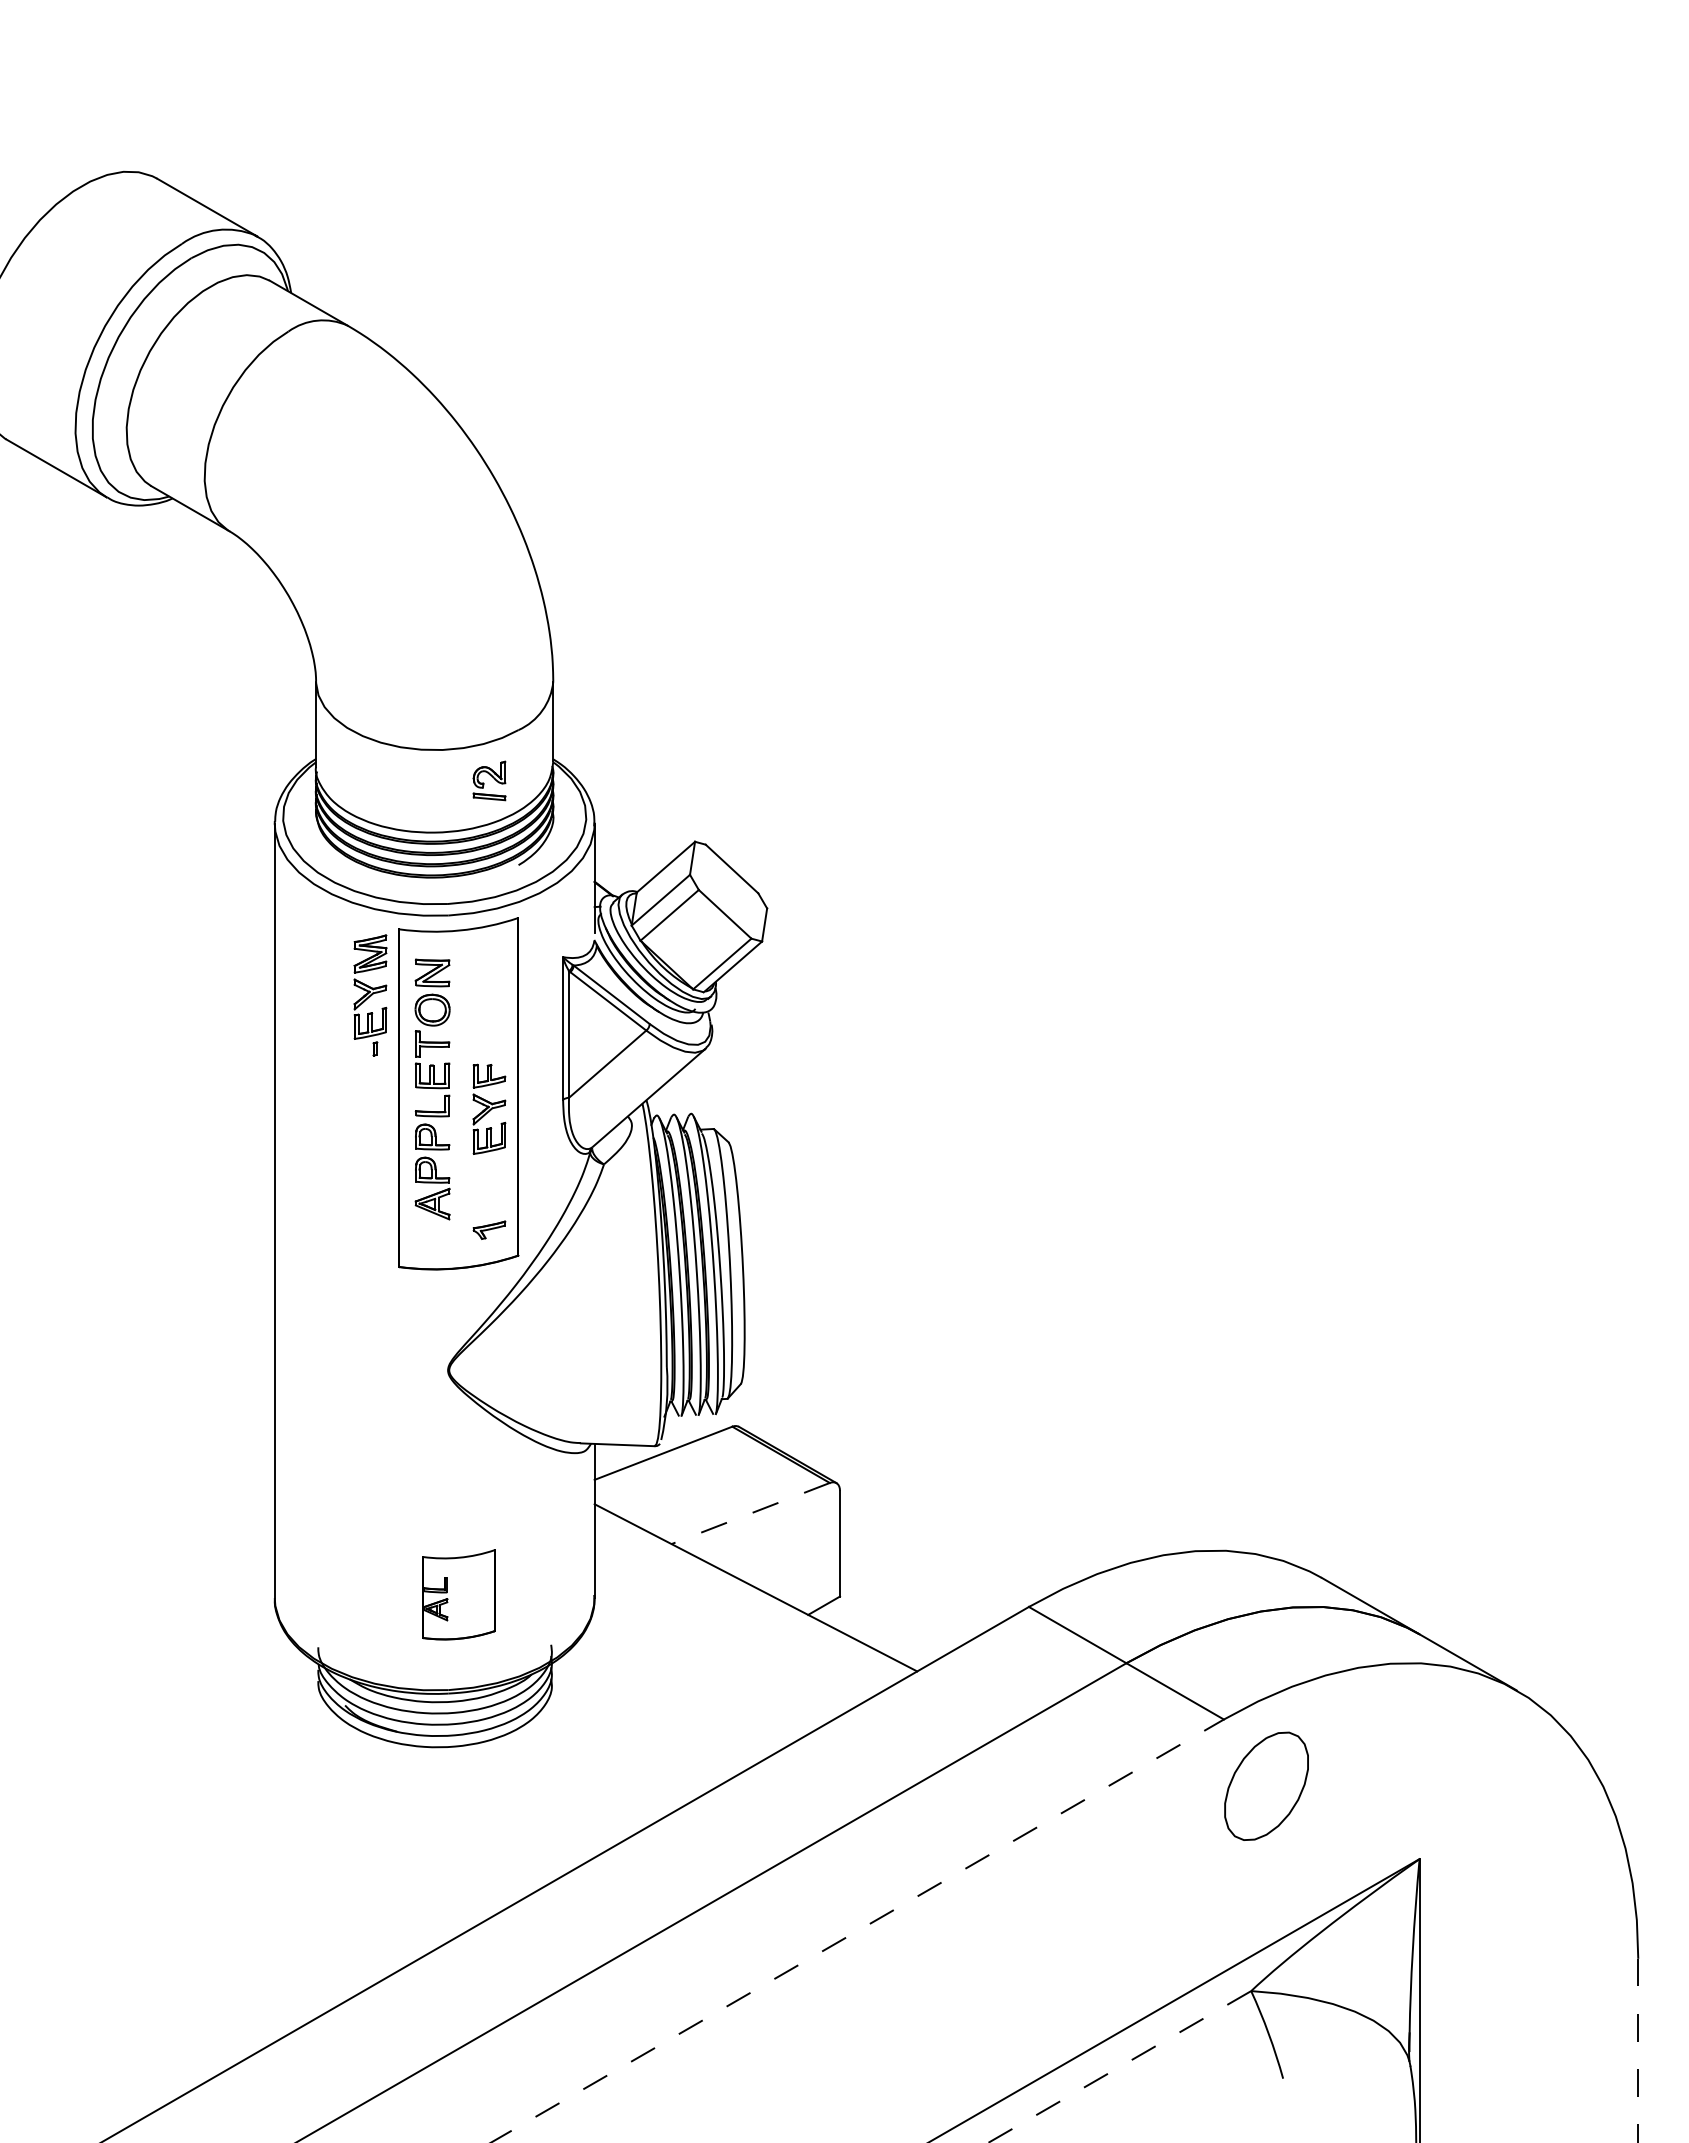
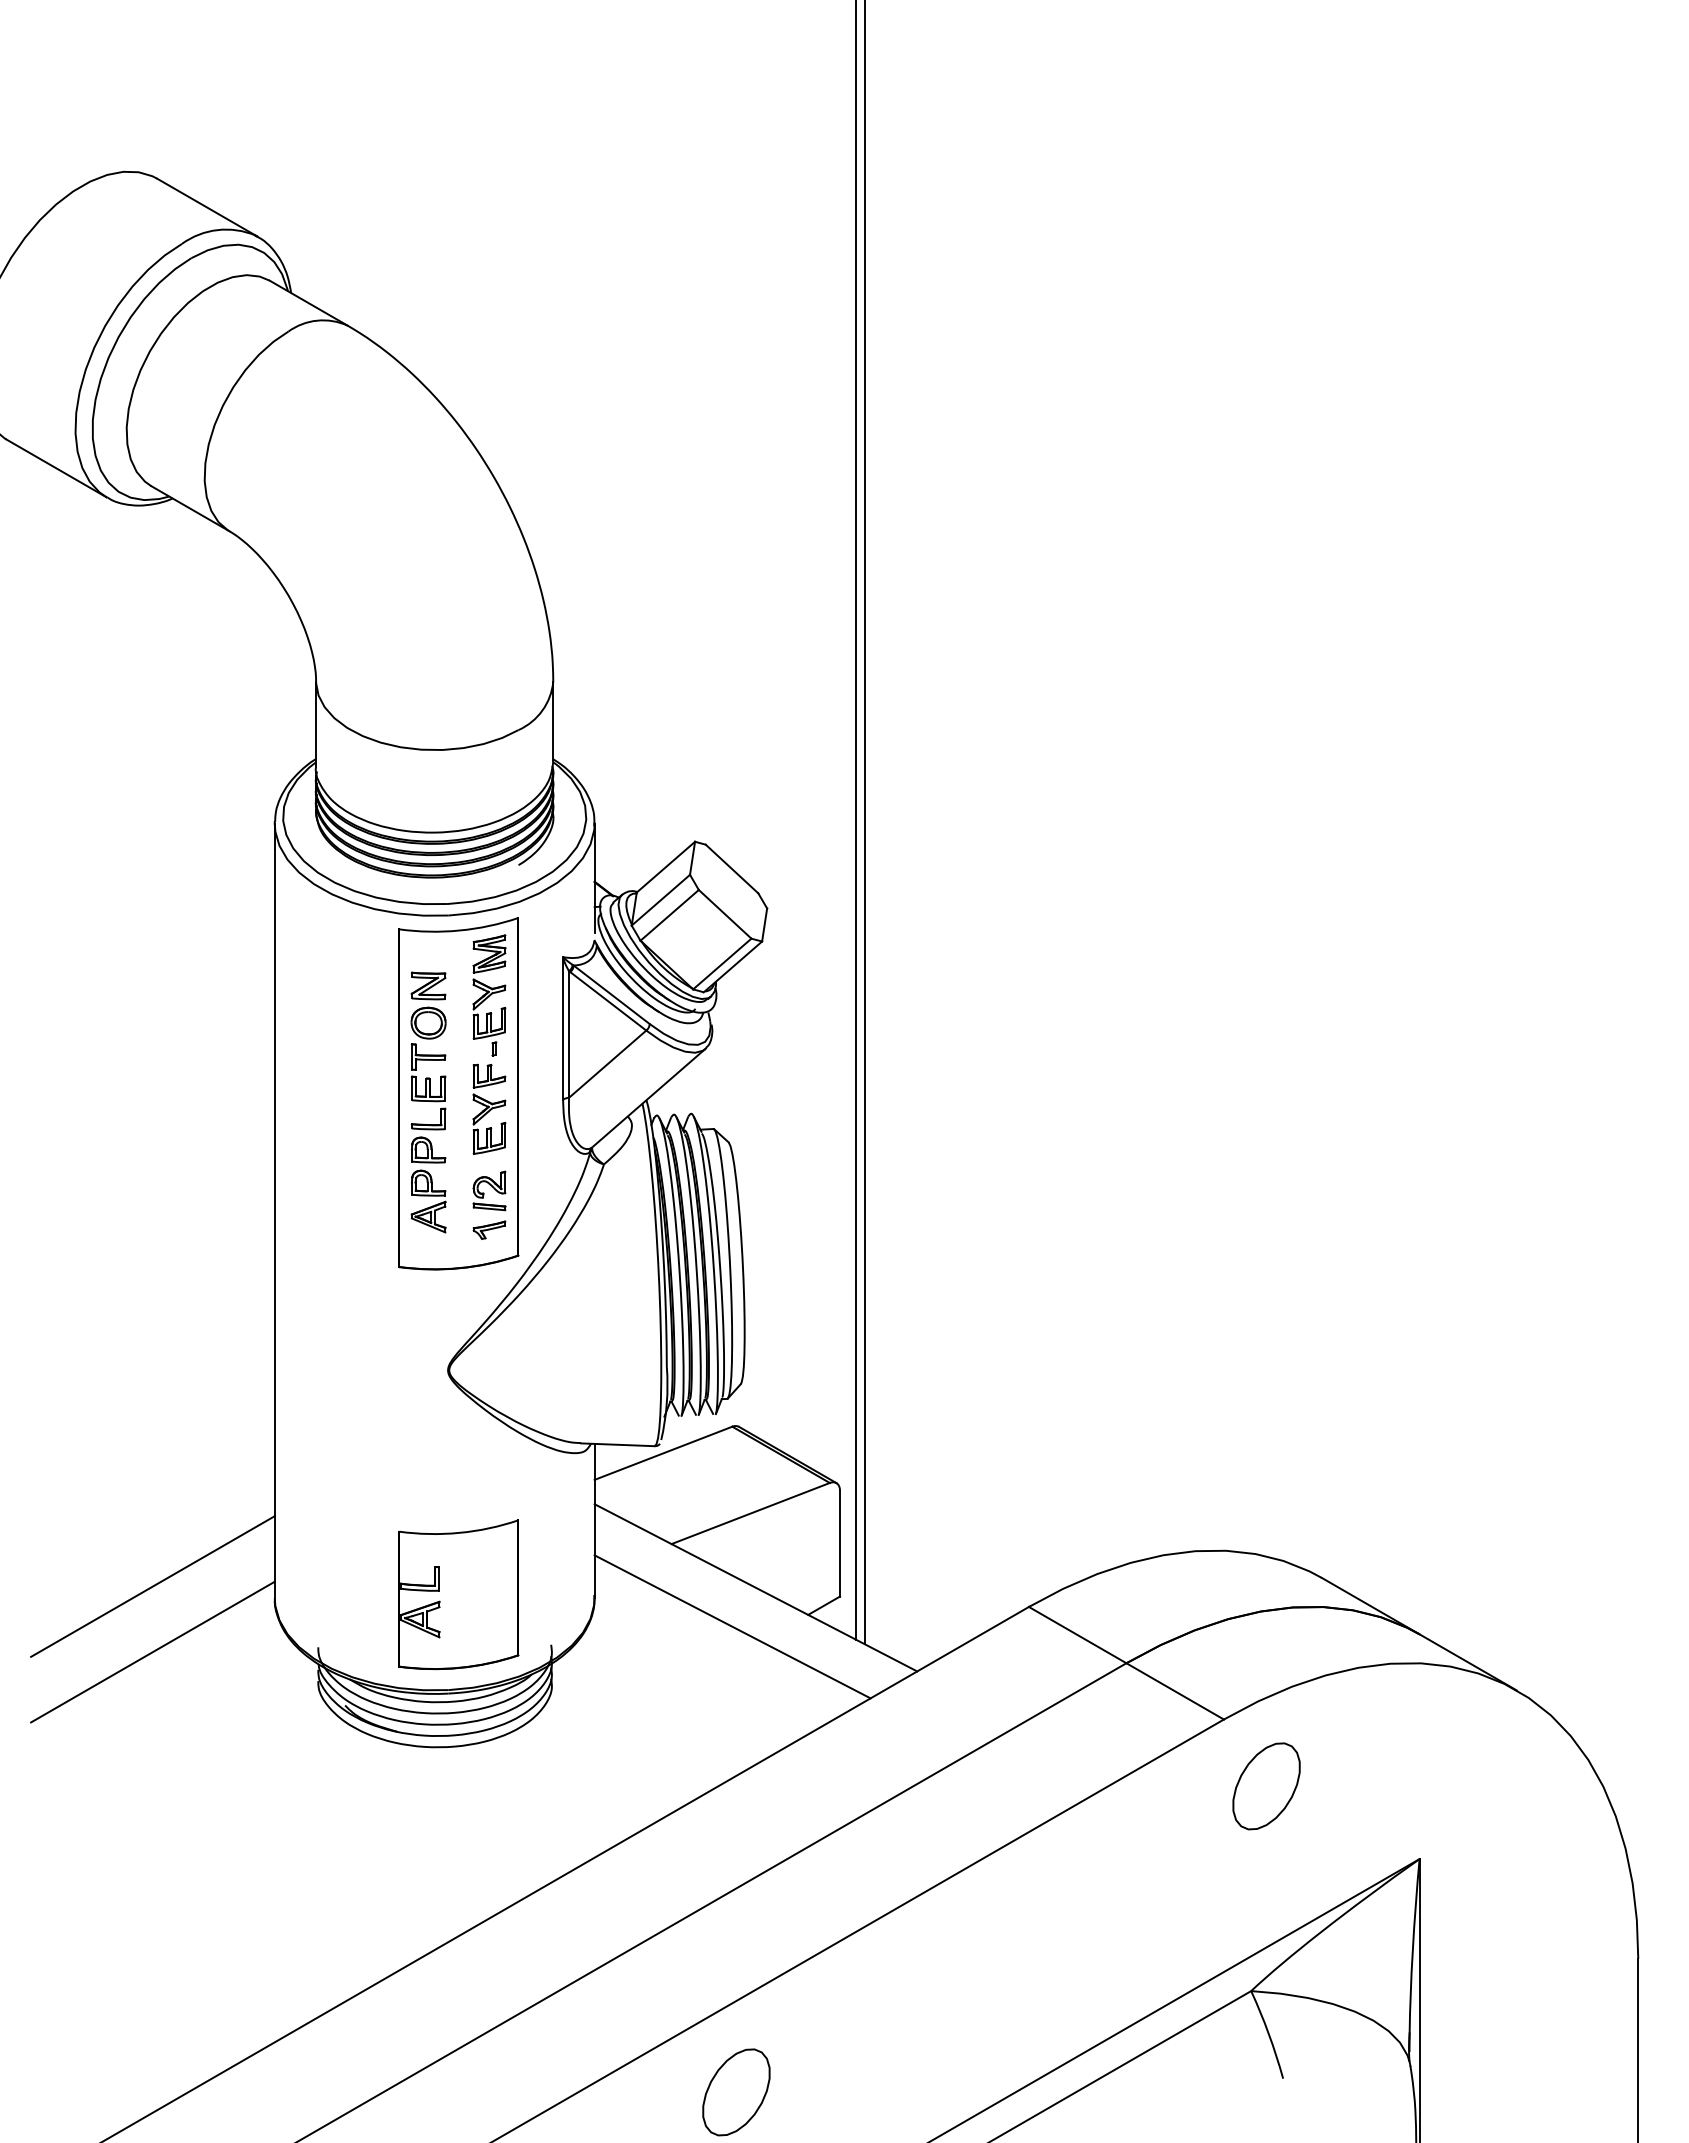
part at (489, 780) position: (489, 780) -> (489, 1190)
line at (856, 820): none -> present
line at (864, 823): none -> present
part at (370, 995) position: (370, 995) -> (489, 995)
part at (432, 1089) position: (432, 1089) -> (428, 1102)
line at (750, 1513): dashed -> solid
line at (152, 1586): none -> present
part at (458, 1594) size: 74x92 px -> 122x152 px
line at (732, 1626): none -> present
line at (152, 1651): none -> present
part at (1266, 1785) size: 85x110 px -> 69x89 px
line at (857, 1930): dashed -> solid
line at (1638, 2050): dashed -> solid
line at (1119, 2067): dashed -> solid
part at (736, 2092): none -> present
